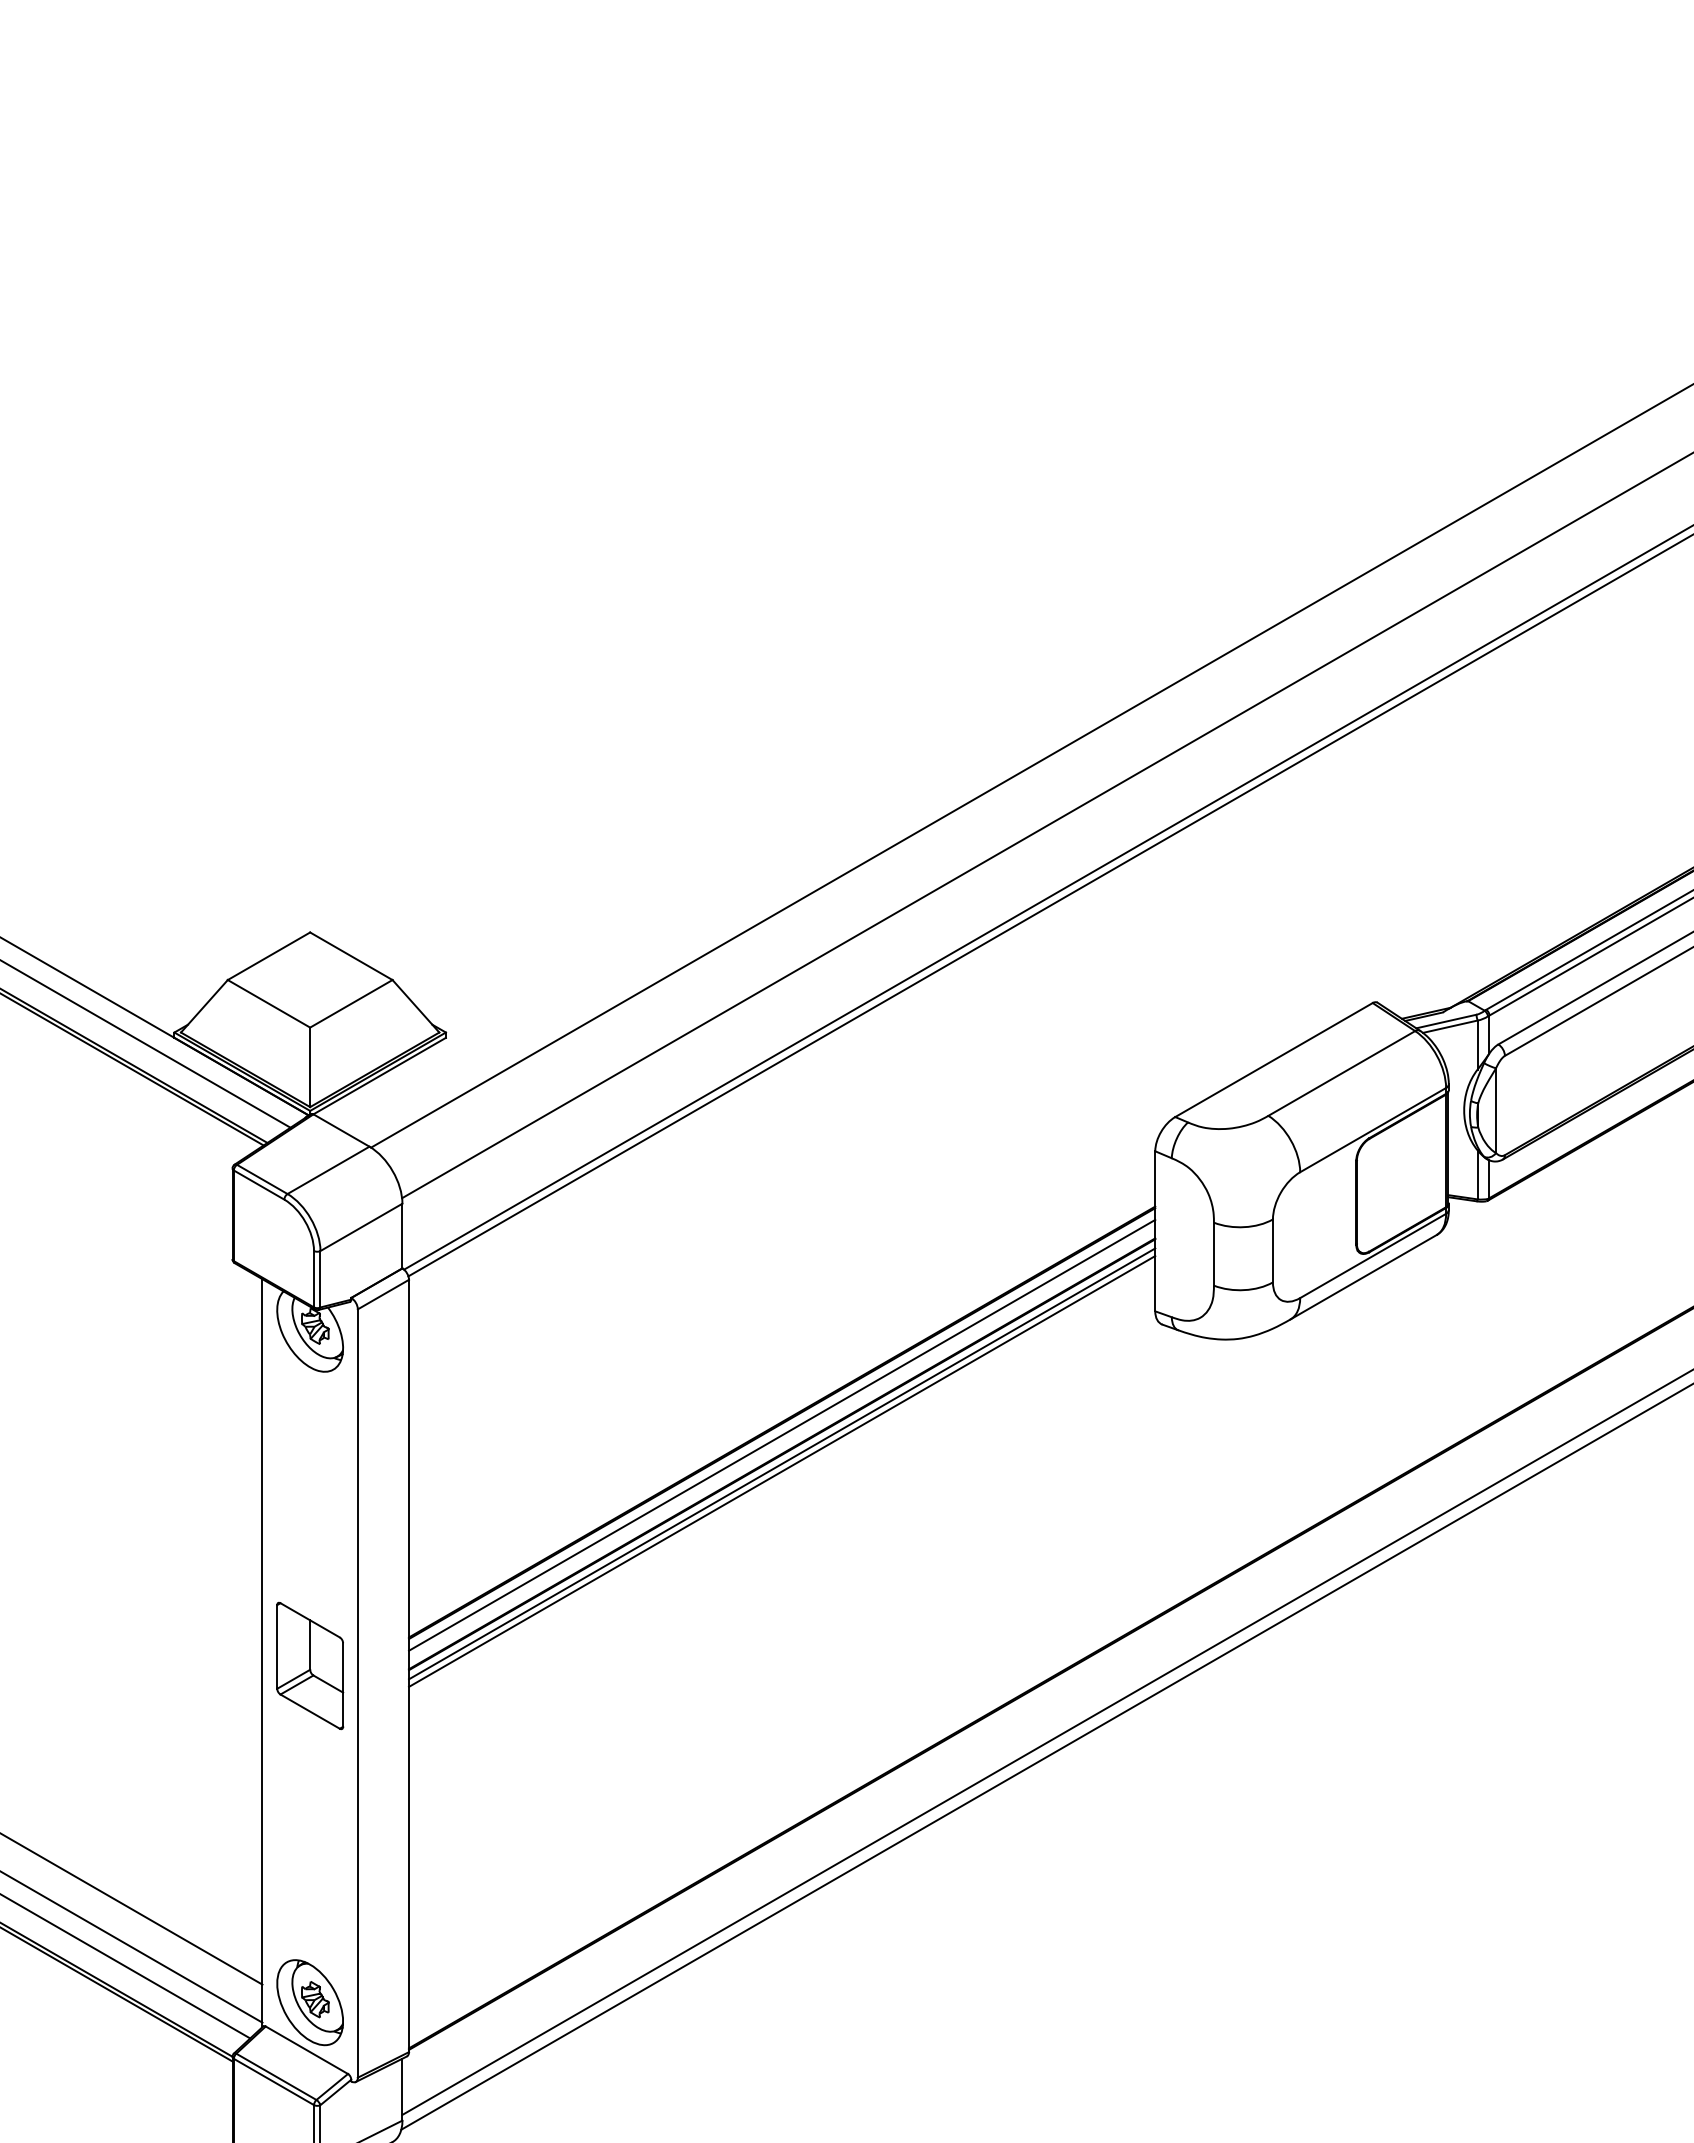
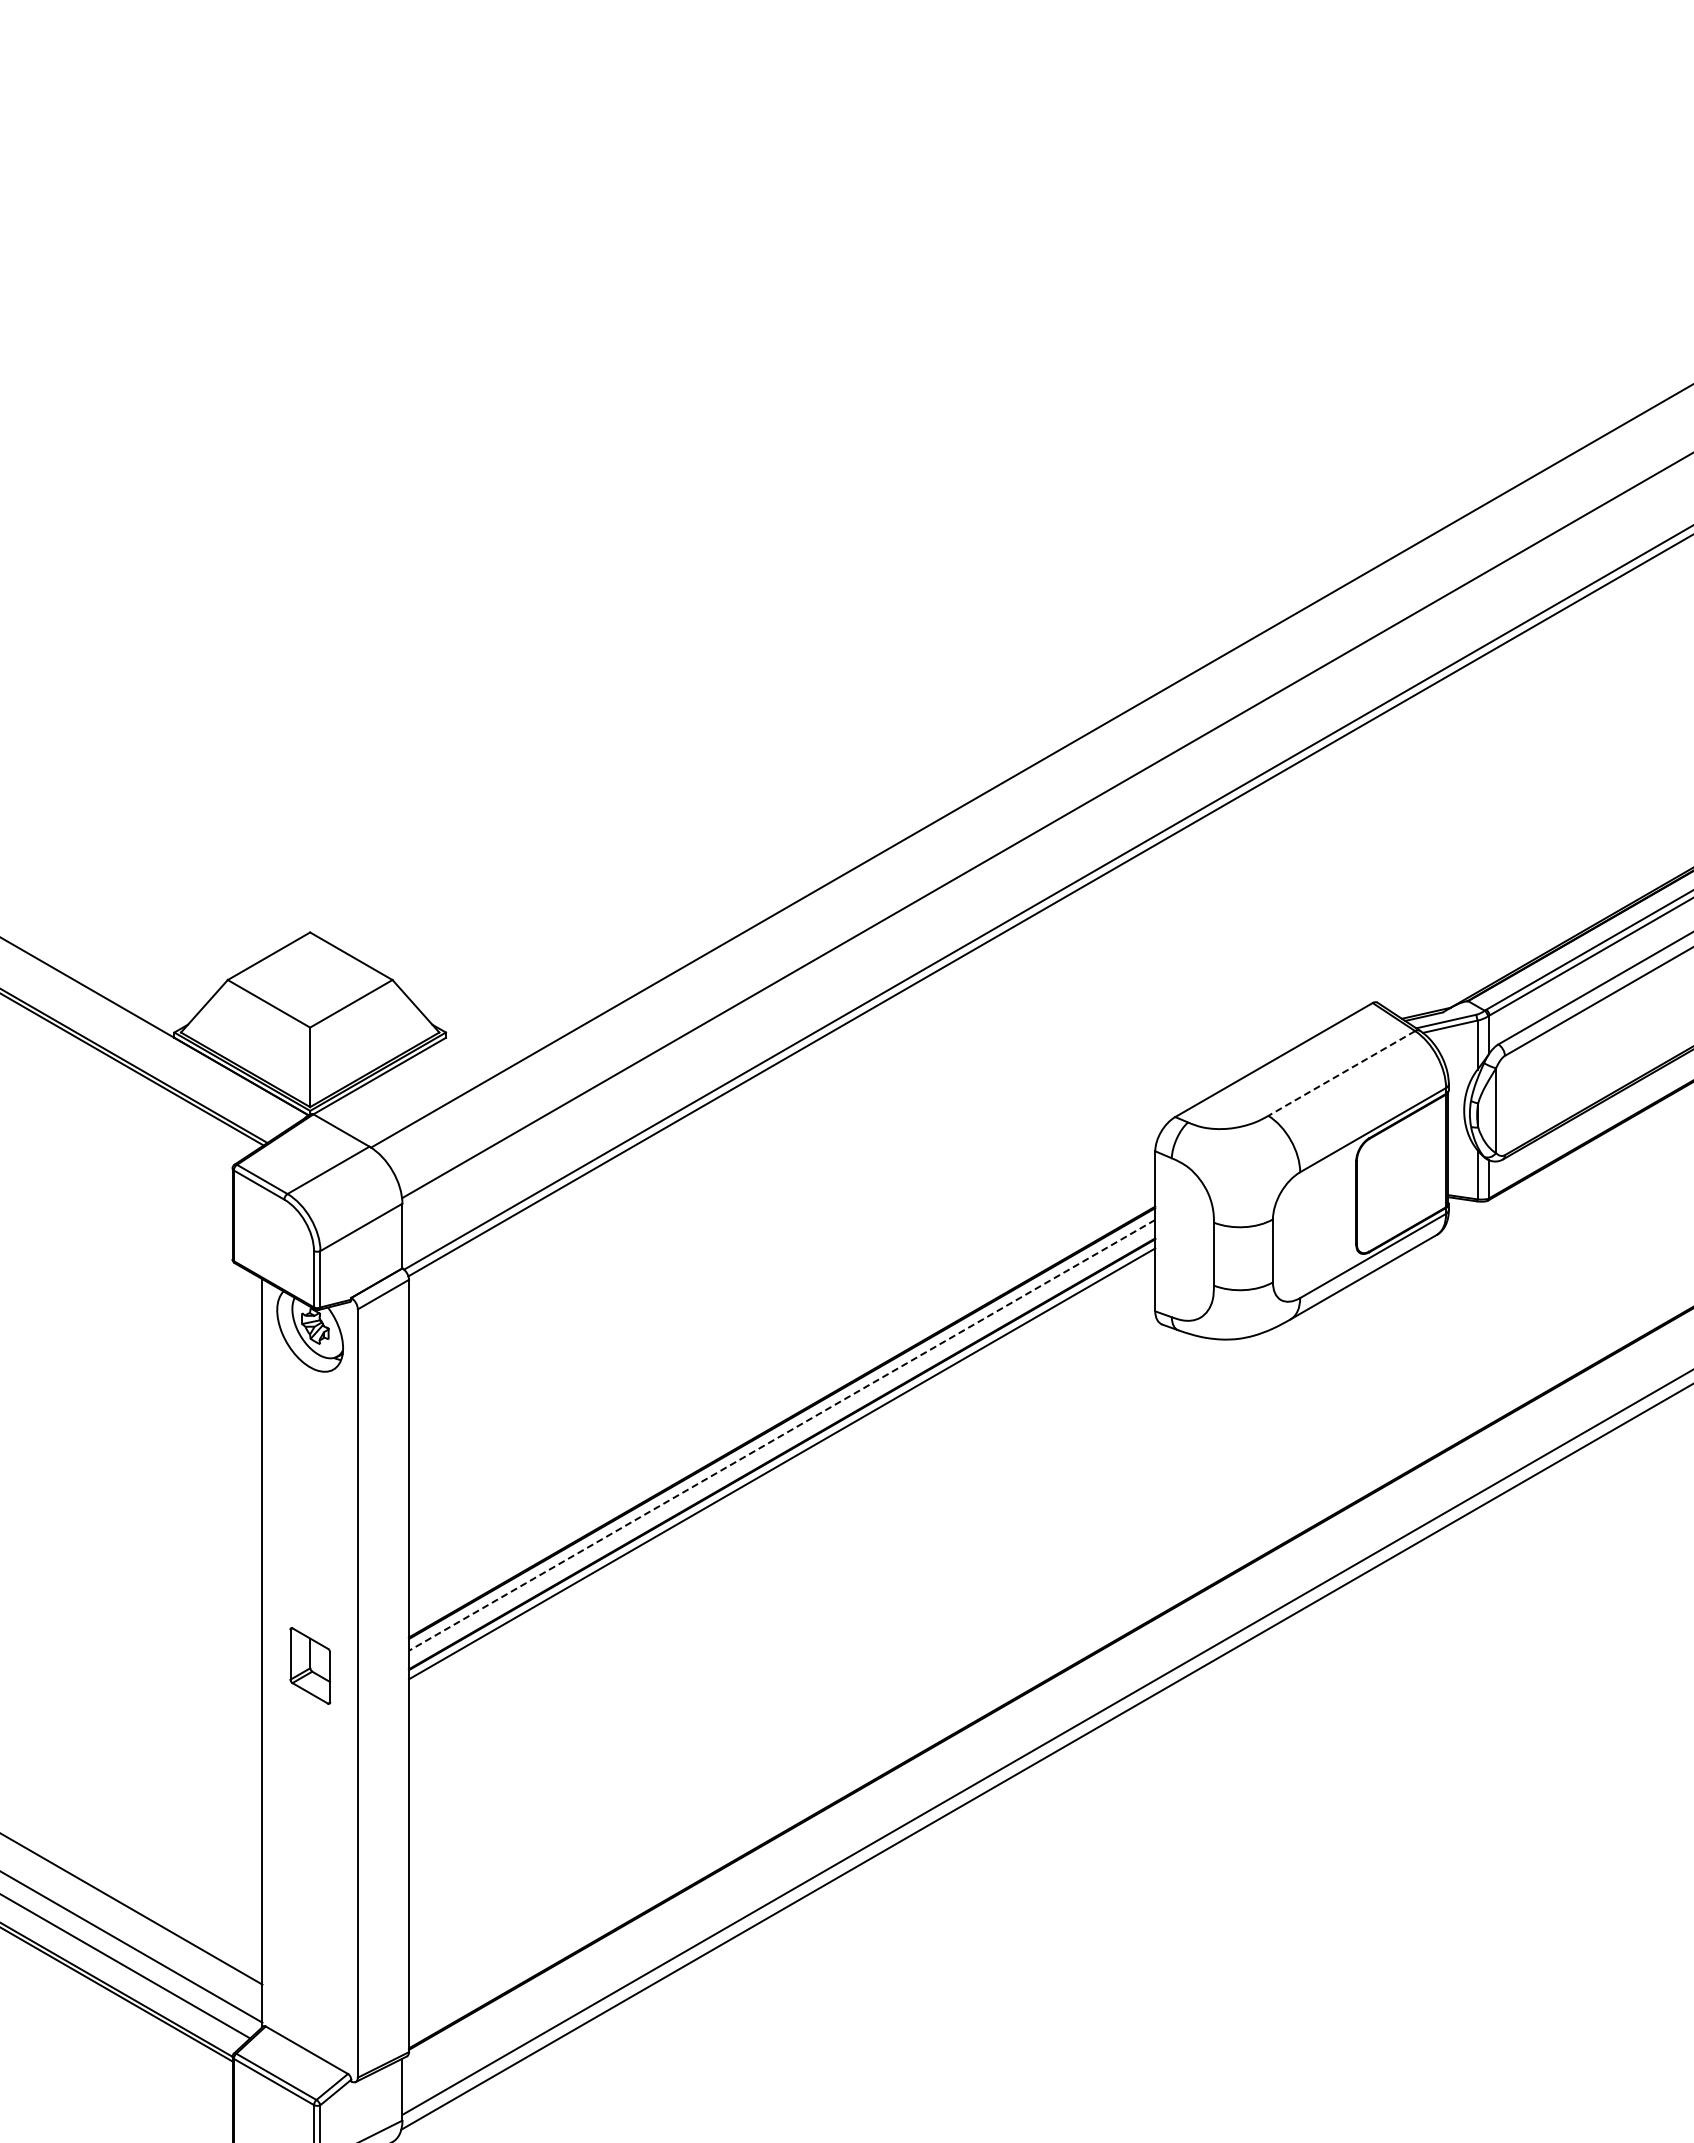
line at (146, 1044): present -> none
line at (1341, 1073): solid -> dashed
line at (782, 1435): solid -> dashed
line at (782, 1471): present -> none
part at (310, 1665) size: 69x130 px -> 43x78 px
part at (309, 2002): present -> none
